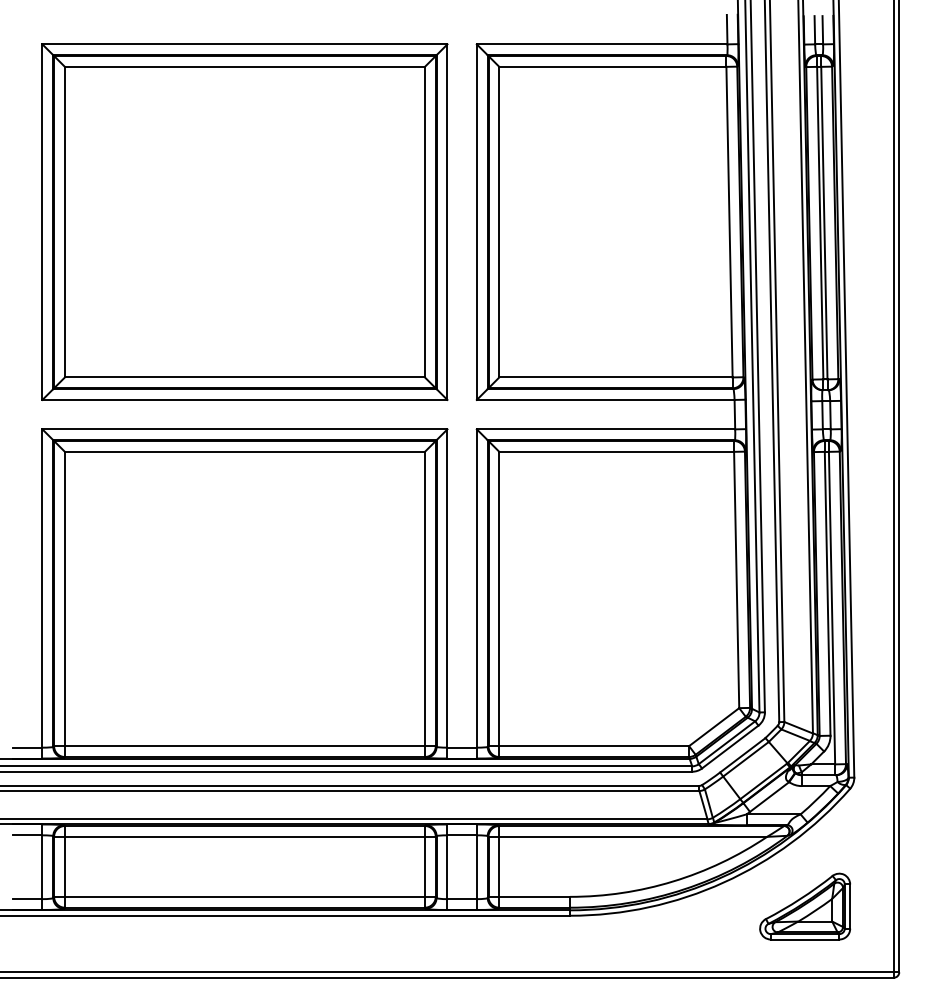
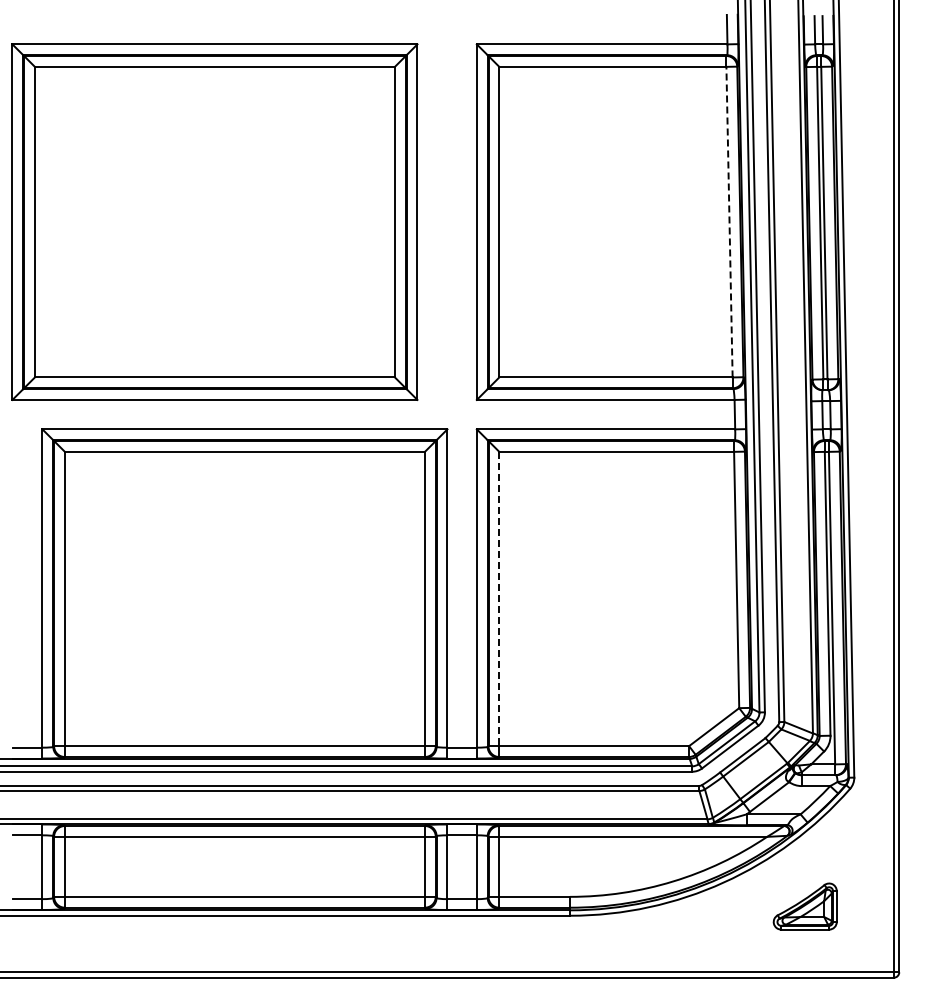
part at (244, 221) position: (244, 221) -> (214, 221)
line at (729, 221): solid -> dashed
line at (499, 599): solid -> dashed
part at (805, 906) size: 93x69 px -> 66x49 px
